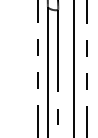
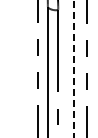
line at (73, 69): solid -> dashed
